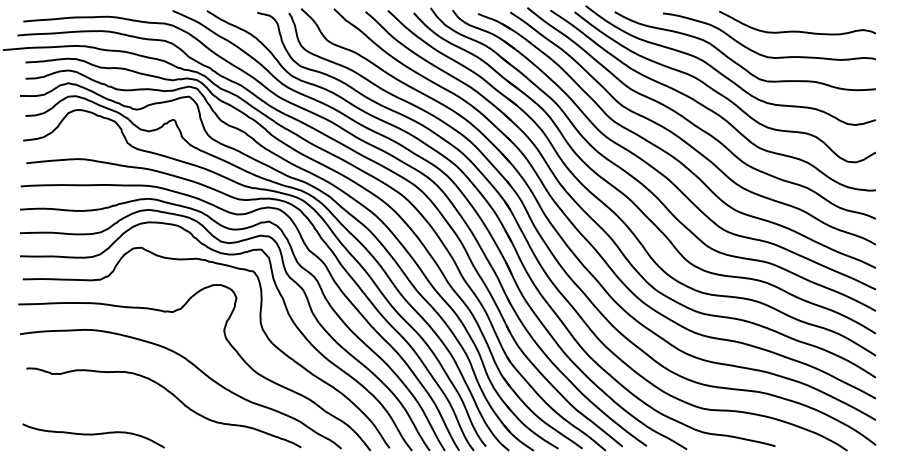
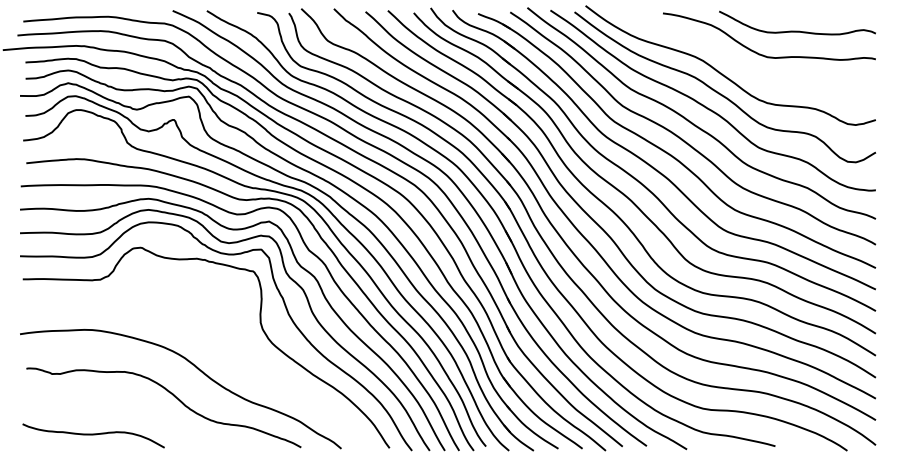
curve at (737, 62): present -> none
curve at (228, 343): present -> none
